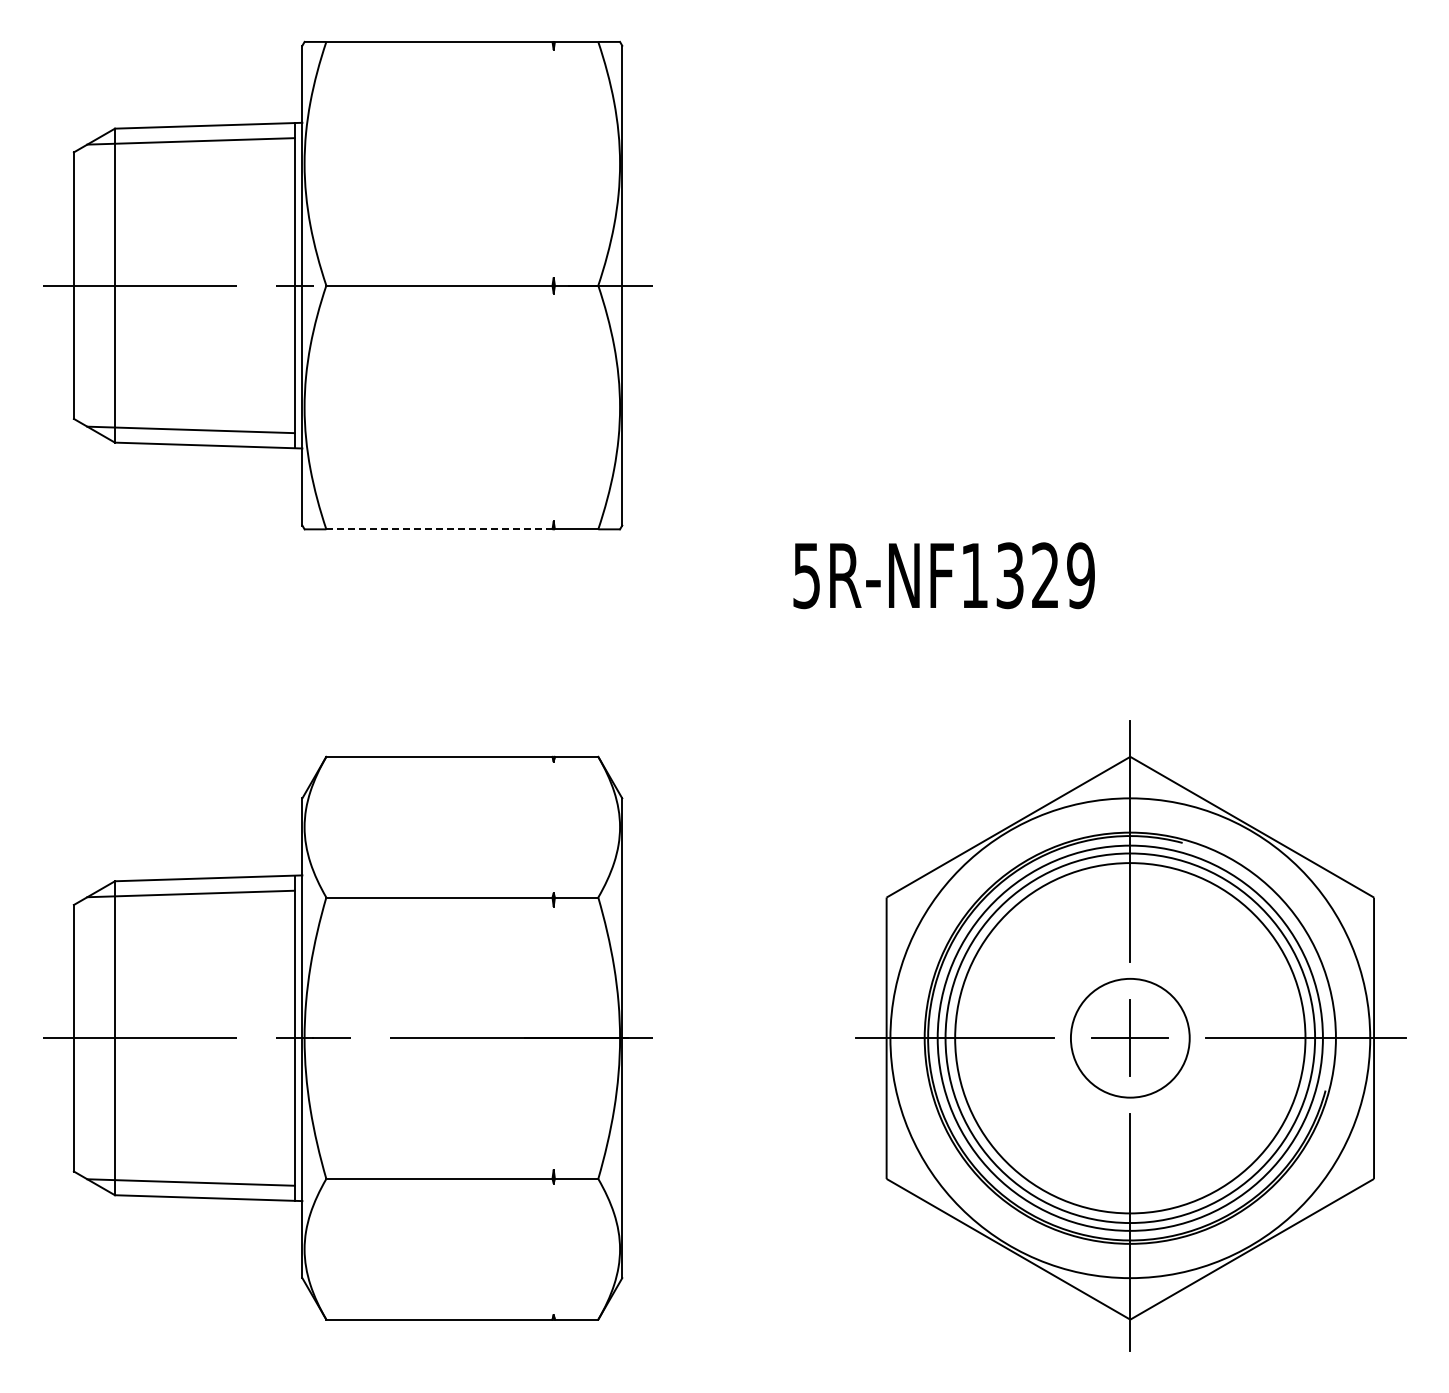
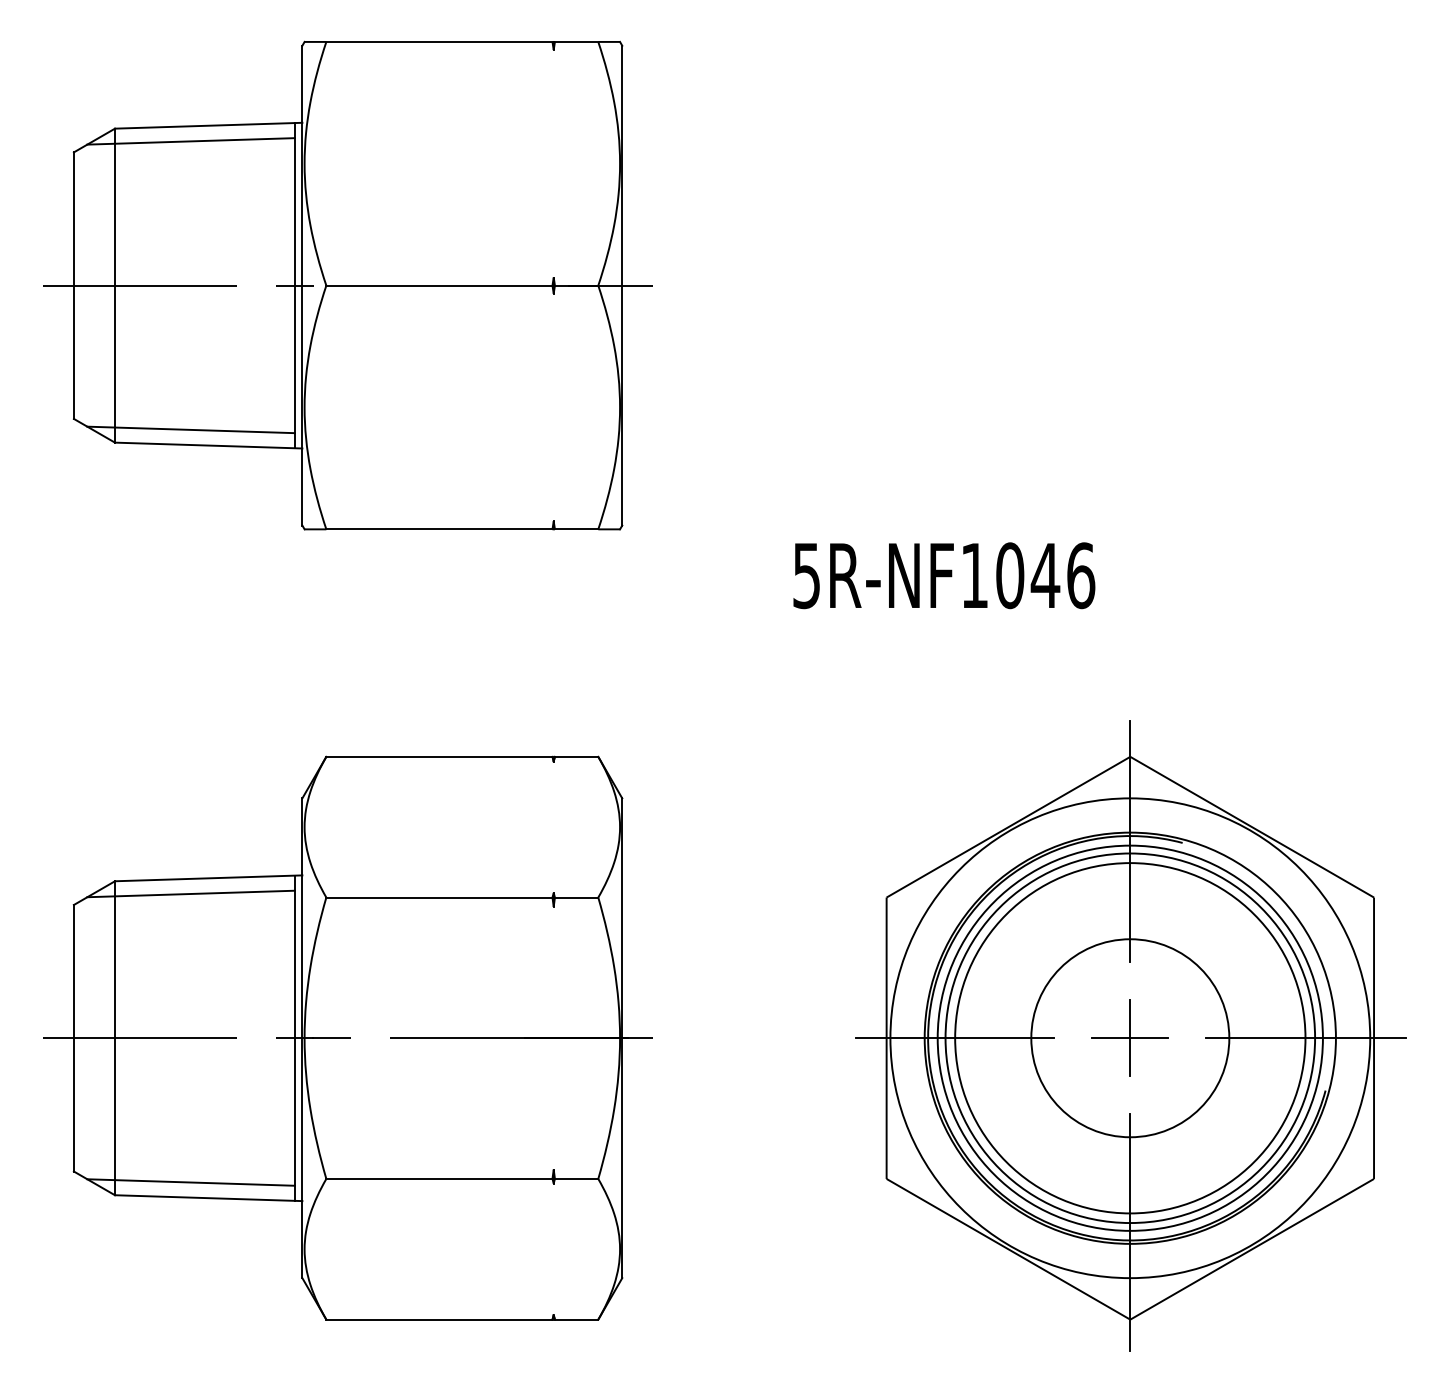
line at (438, 529): dashed -> solid
text at (1045, 575): 5R-NF1329 -> 5R-NF1046
circle at (1129, 1037) diameter: 119 px -> 198 px
